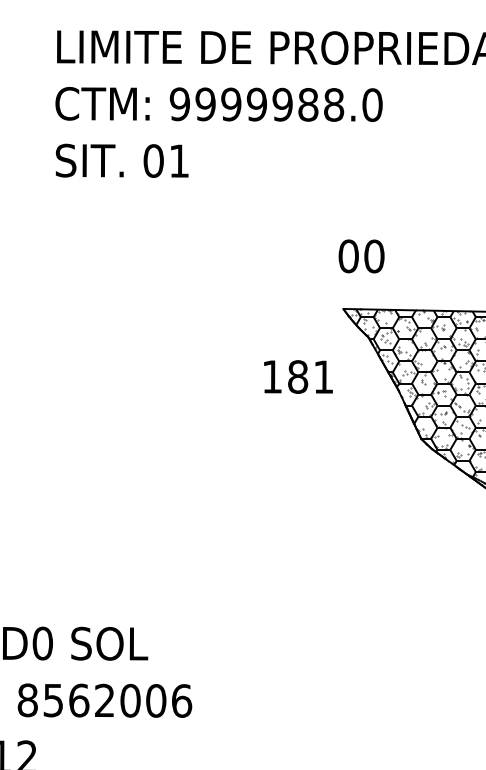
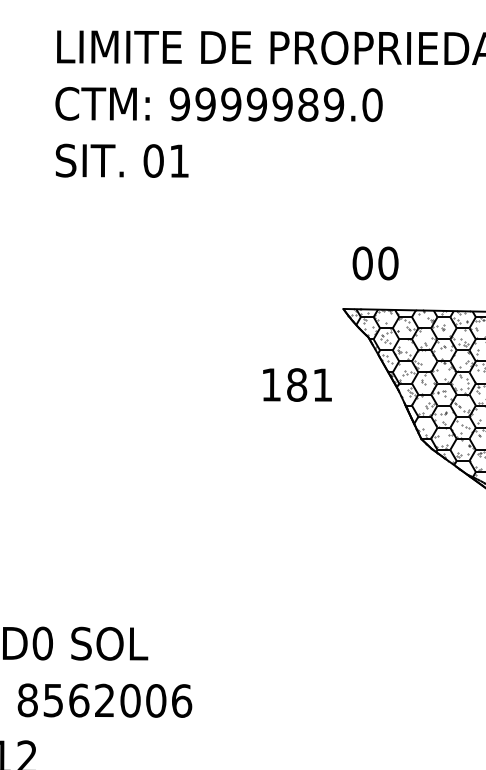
text at (333, 104): 9999988.0 -> 9999989.0
text at (361, 256) position: (361, 256) -> (375, 263)
text at (298, 376) position: (298, 376) -> (297, 384)
